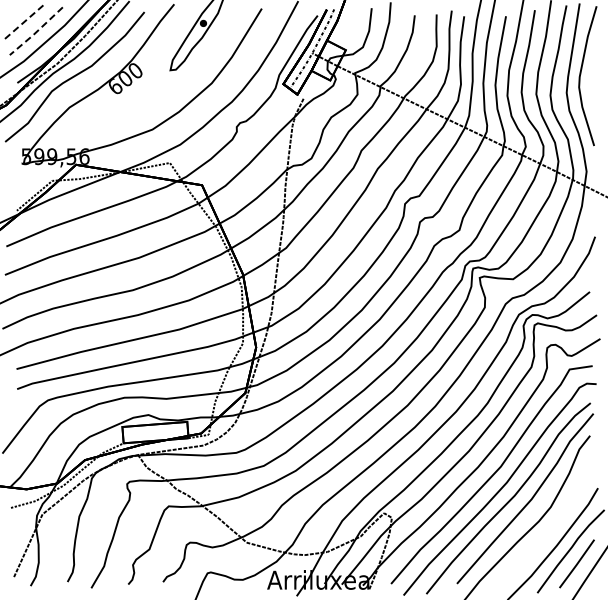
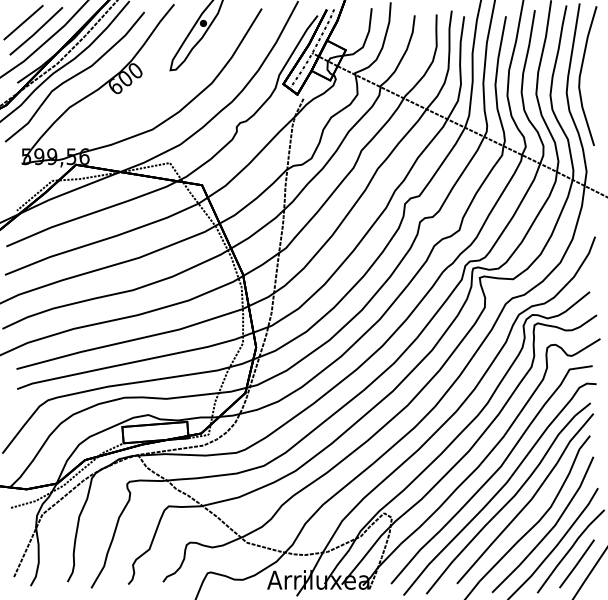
line at (23, 23): dashed -> solid
line at (36, 32): dashed -> solid
curve at (549, 530): none -> present
